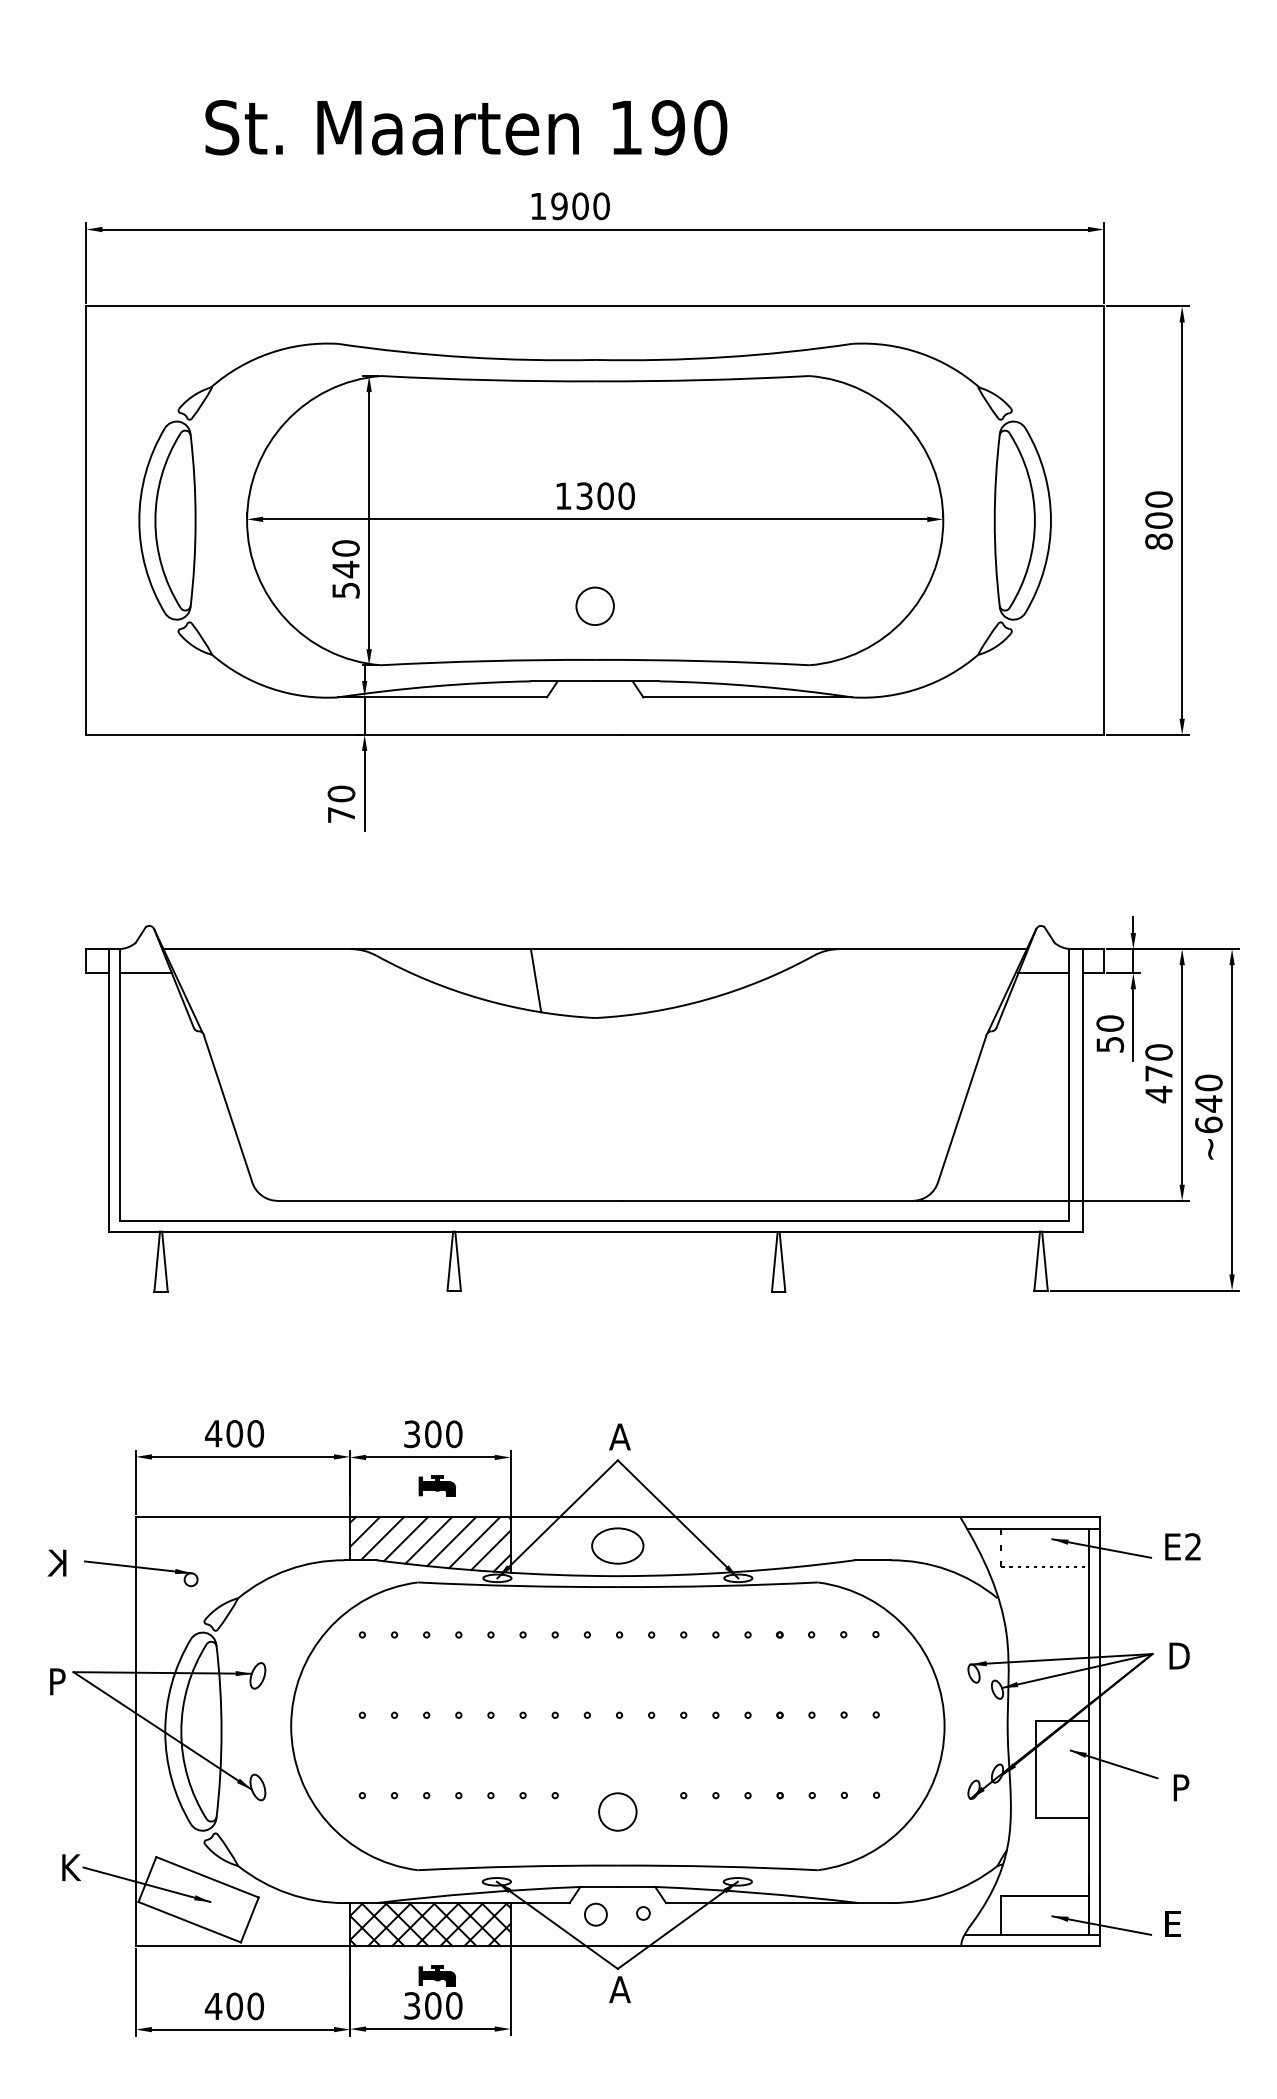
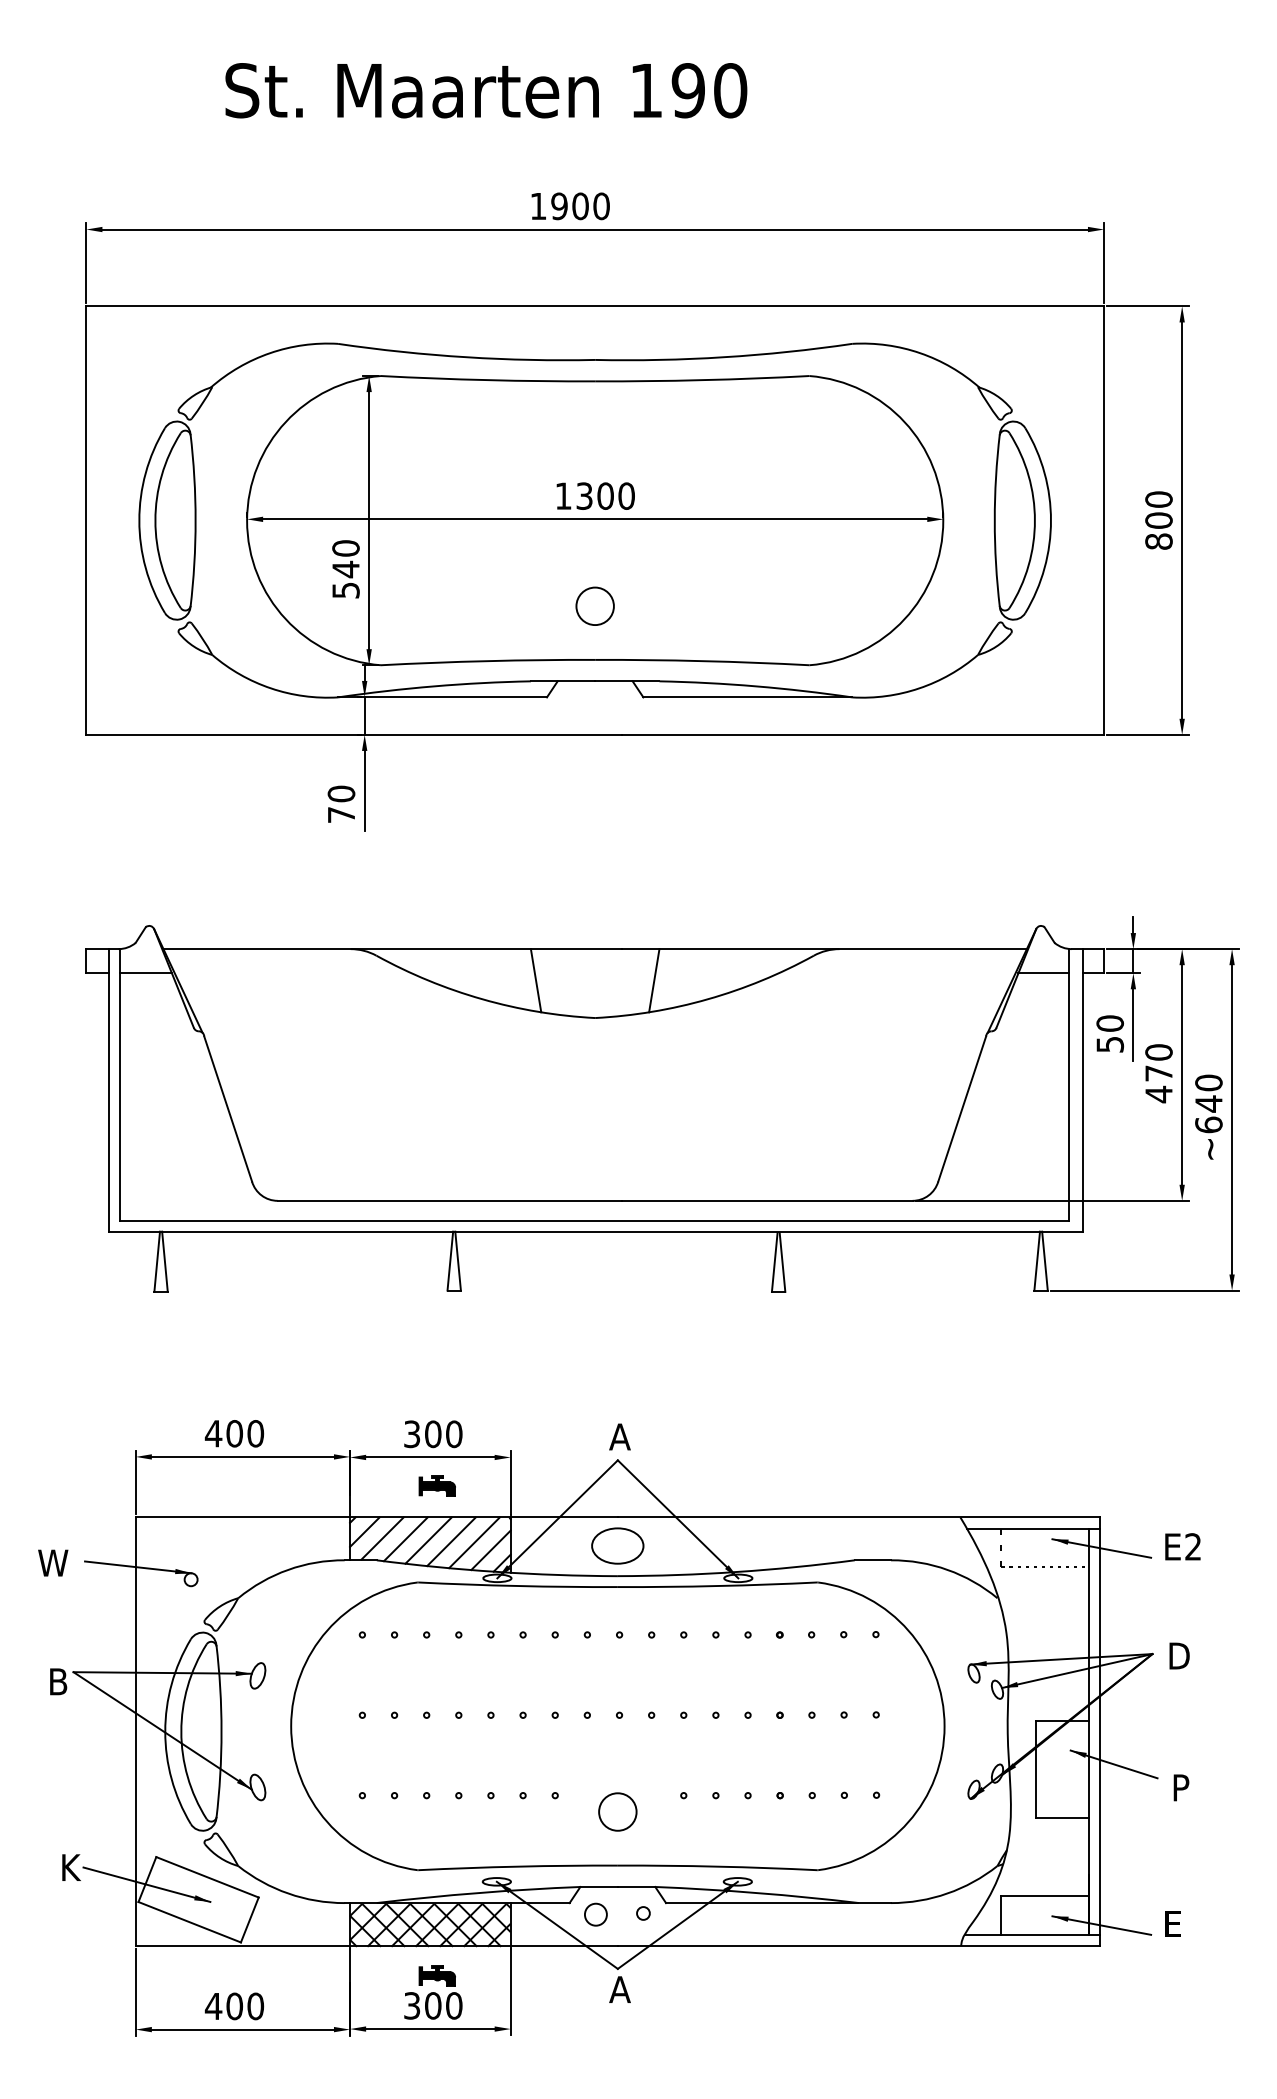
text at (466, 127) position: (466, 127) -> (486, 90)
line at (654, 980): none -> present
text at (53, 1562): K -> W
text at (60, 1681): P -> B
